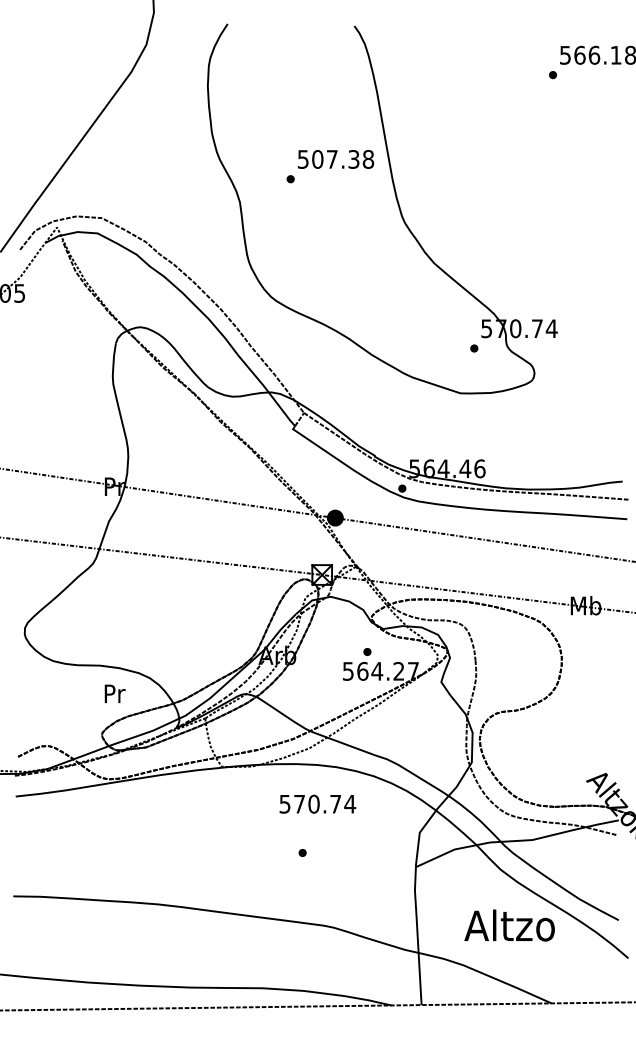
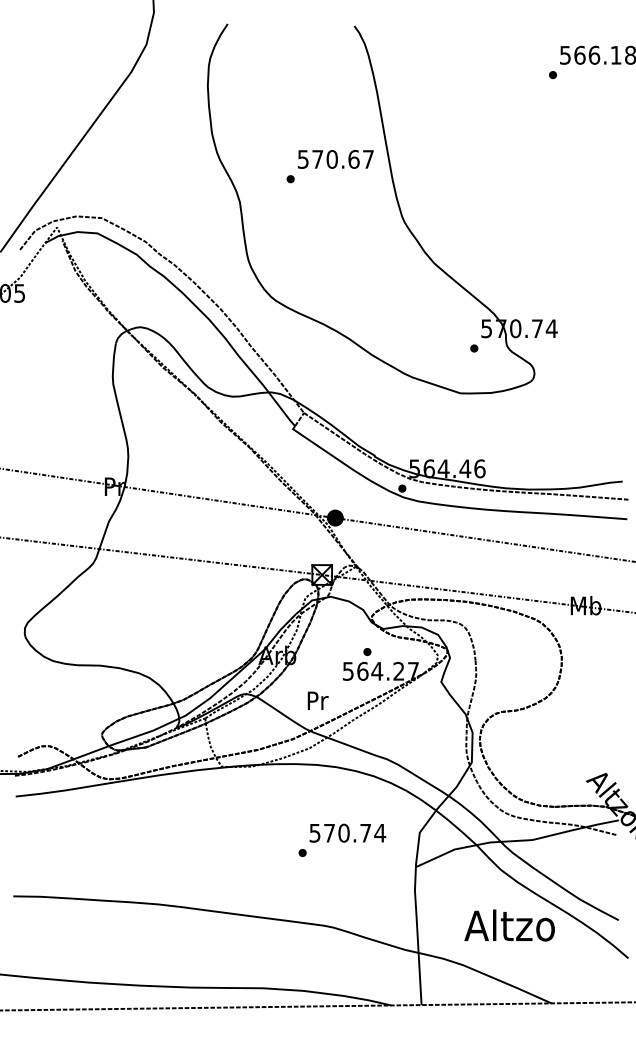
text at (343, 159): 507.38 -> 570.67
text at (114, 693) position: (114, 693) -> (317, 700)
text at (317, 803) position: (317, 803) -> (347, 832)
